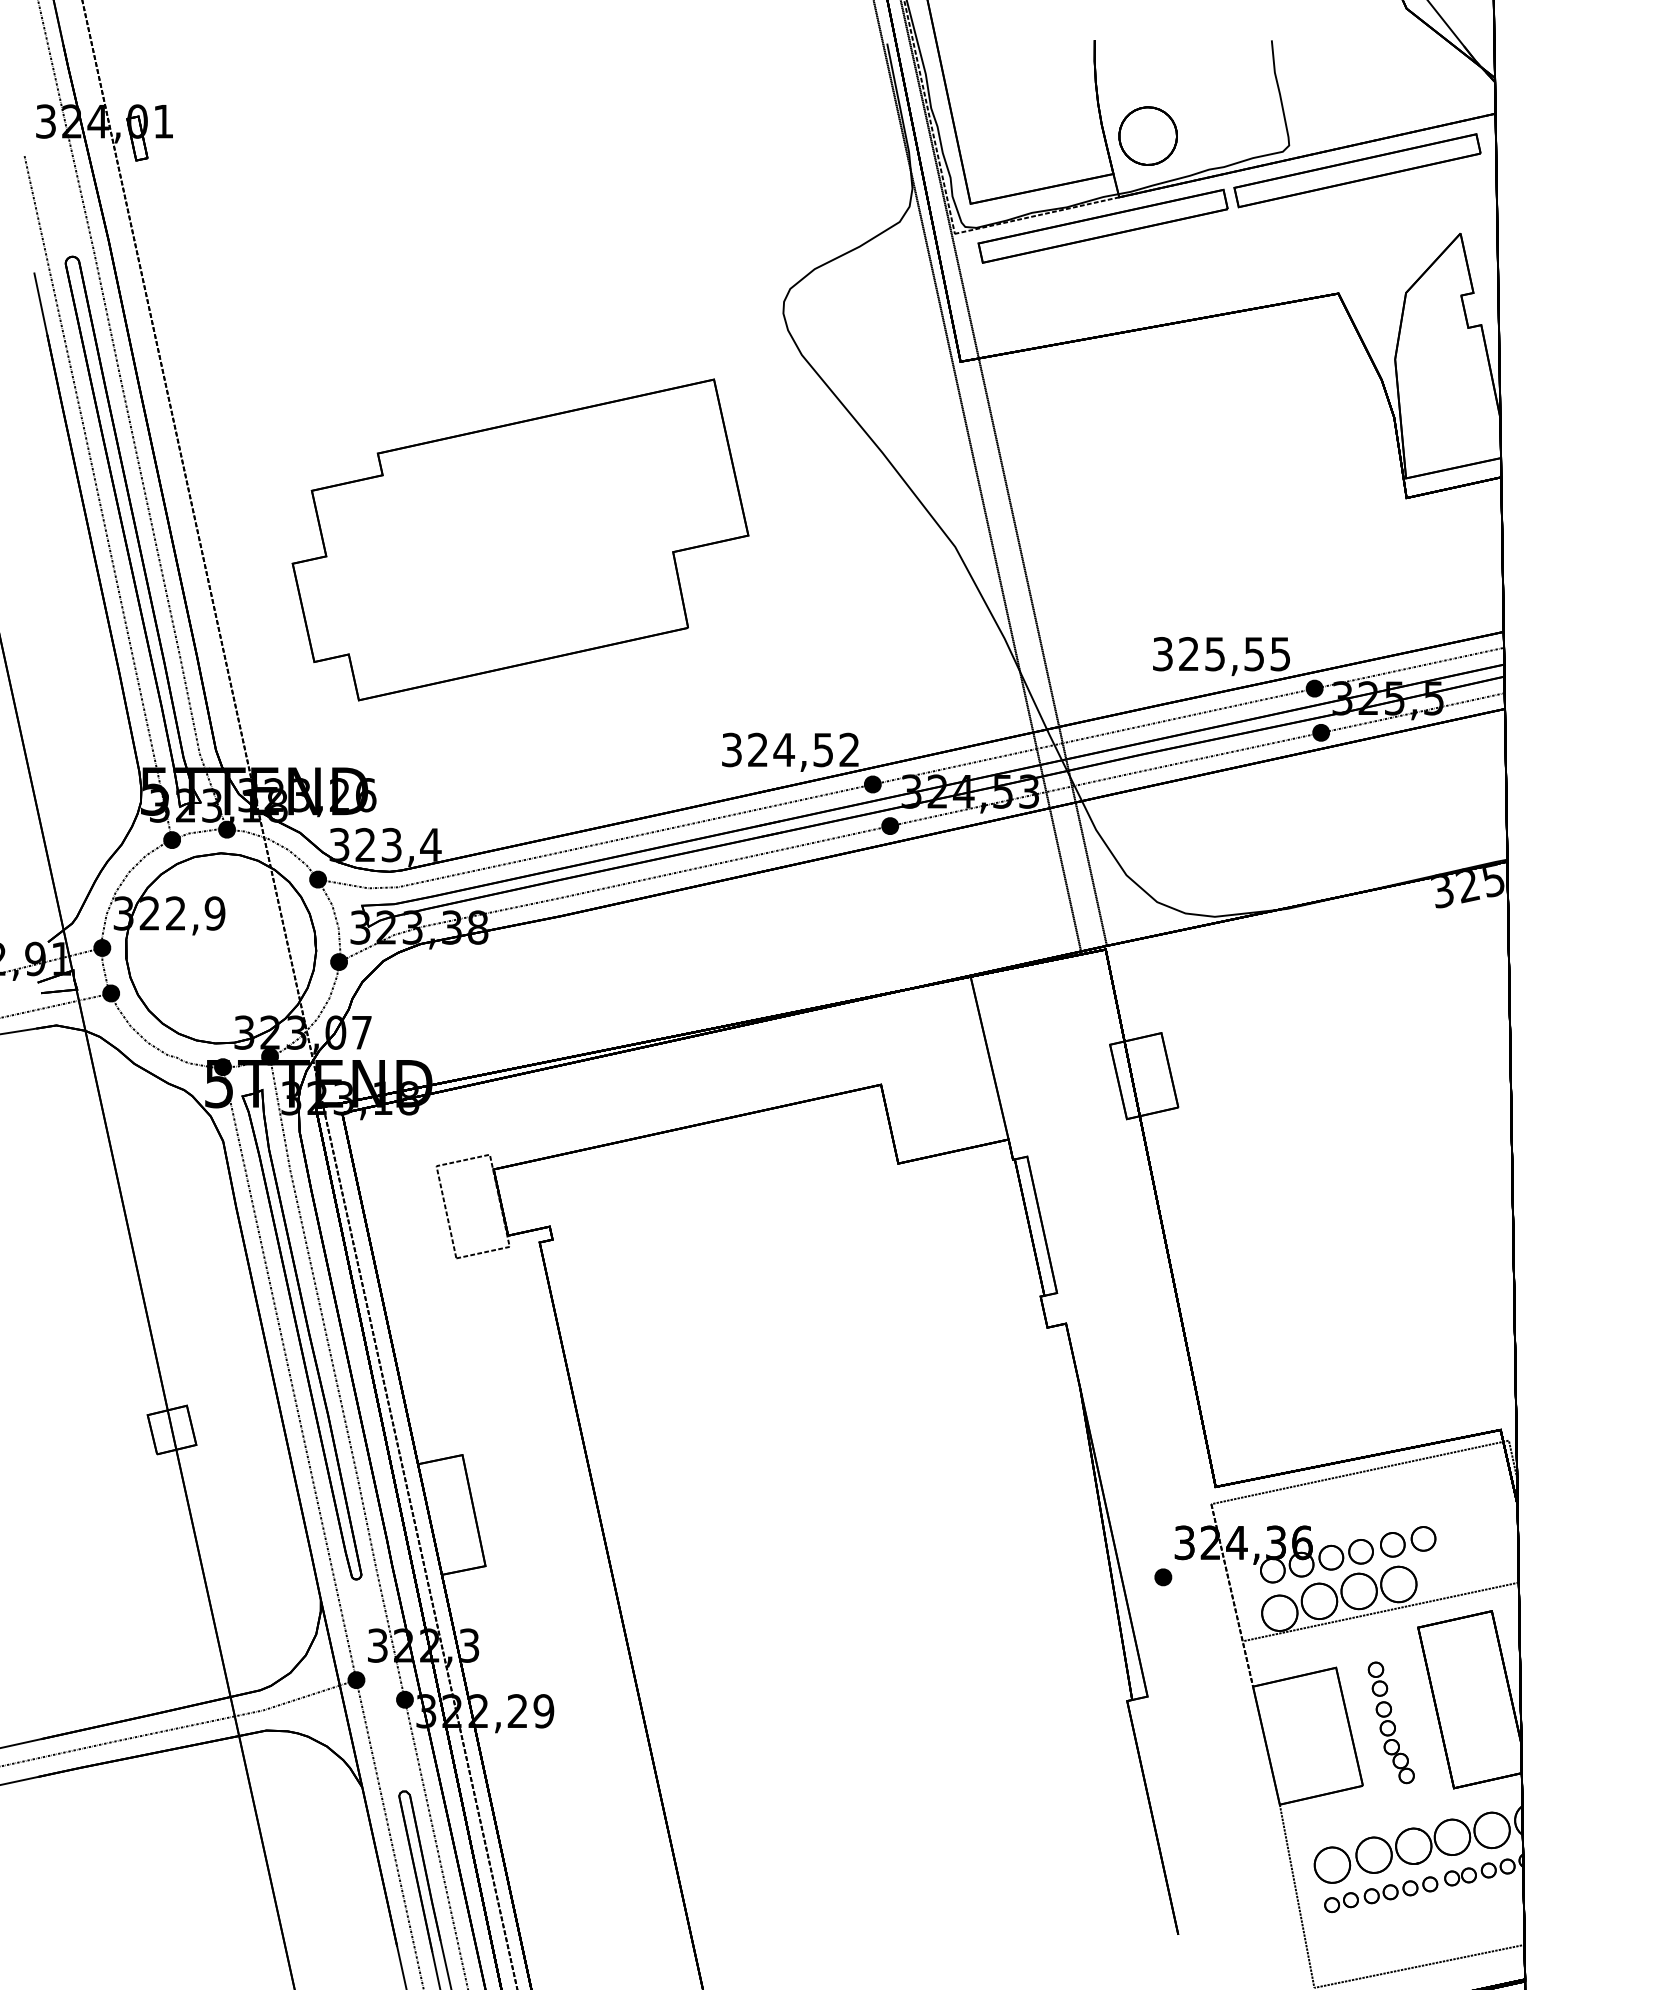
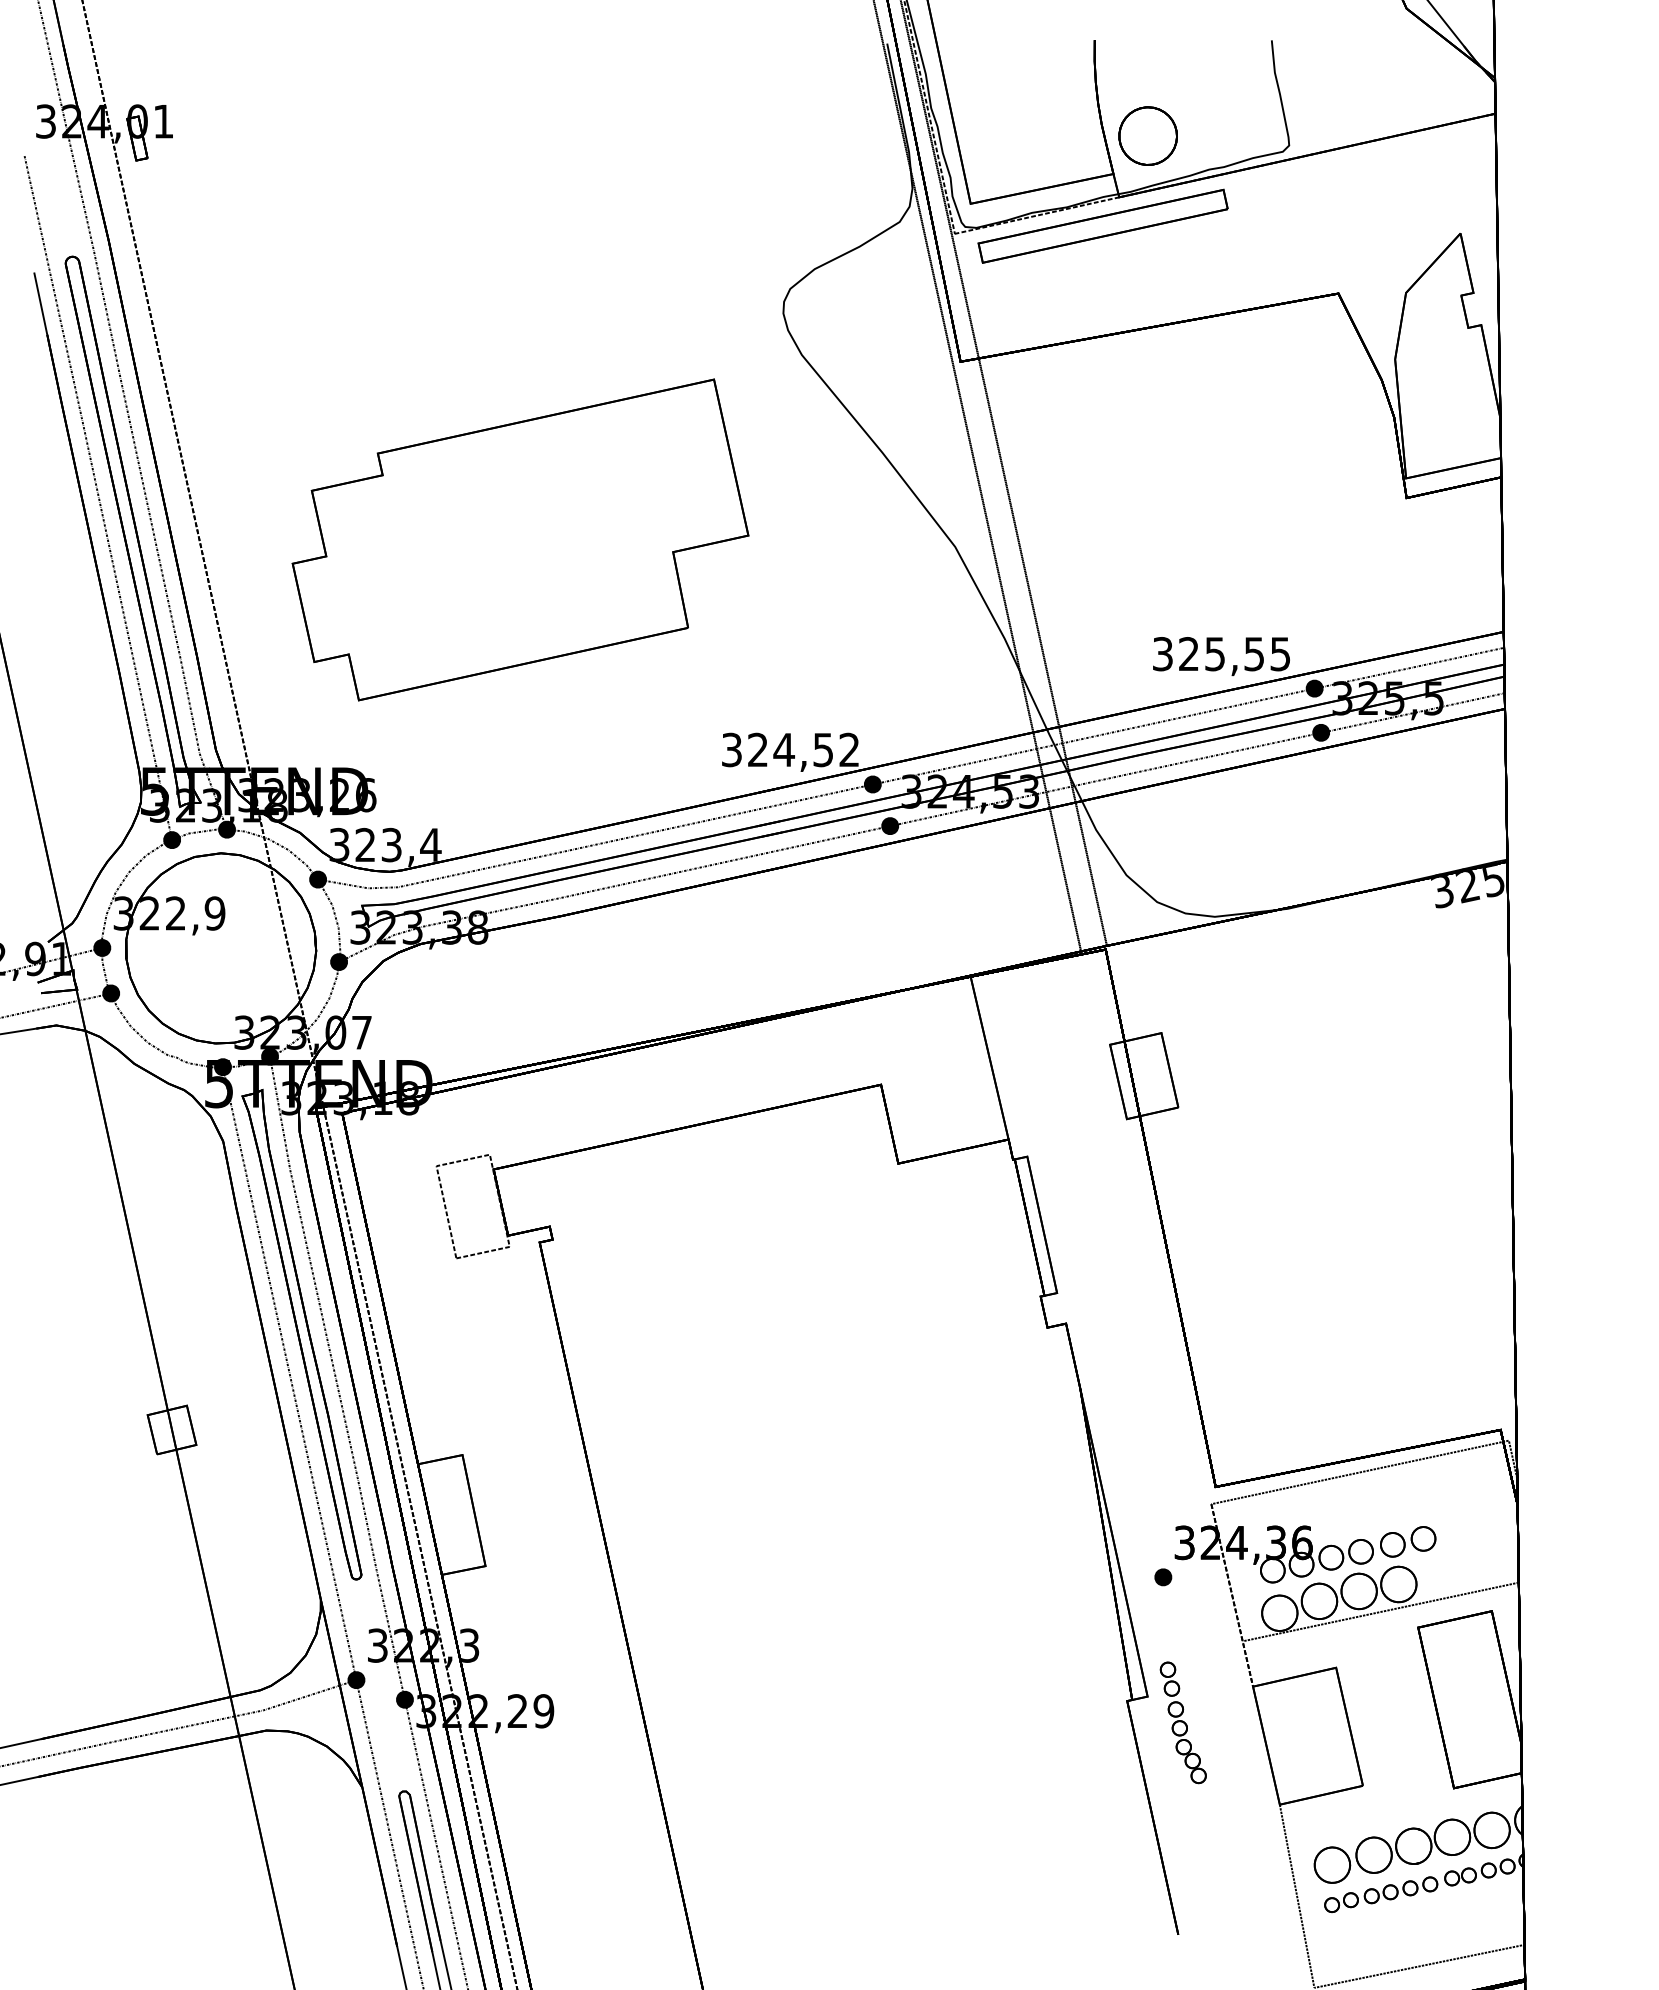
part at (1357, 170): present -> none
part at (1390, 1722) position: (1390, 1722) -> (1182, 1722)
